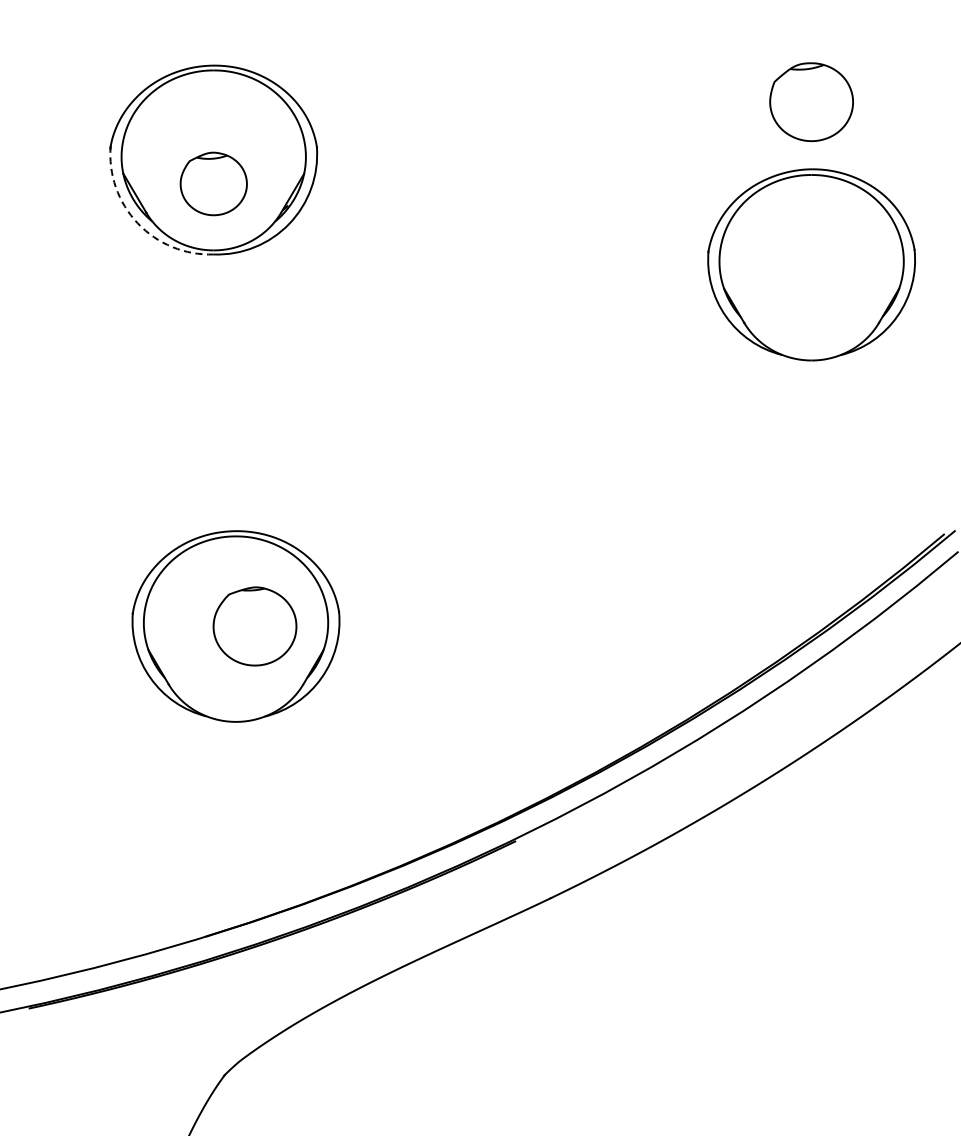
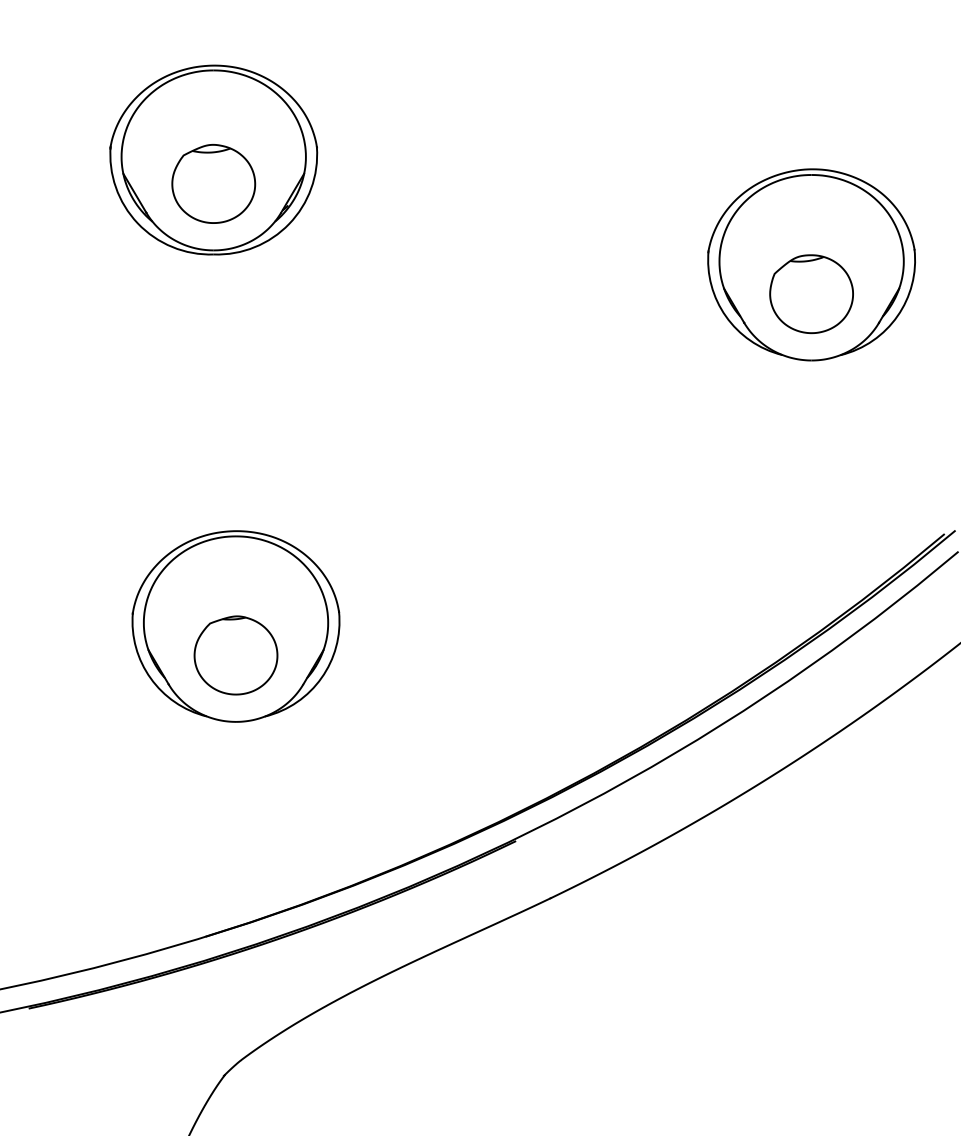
part at (811, 102) position: (811, 102) -> (811, 294)
part at (213, 183) size: 69x66 px -> 86x80 px
arc at (137, 223): dashed -> solid
part at (254, 626) position: (254, 626) -> (235, 655)
